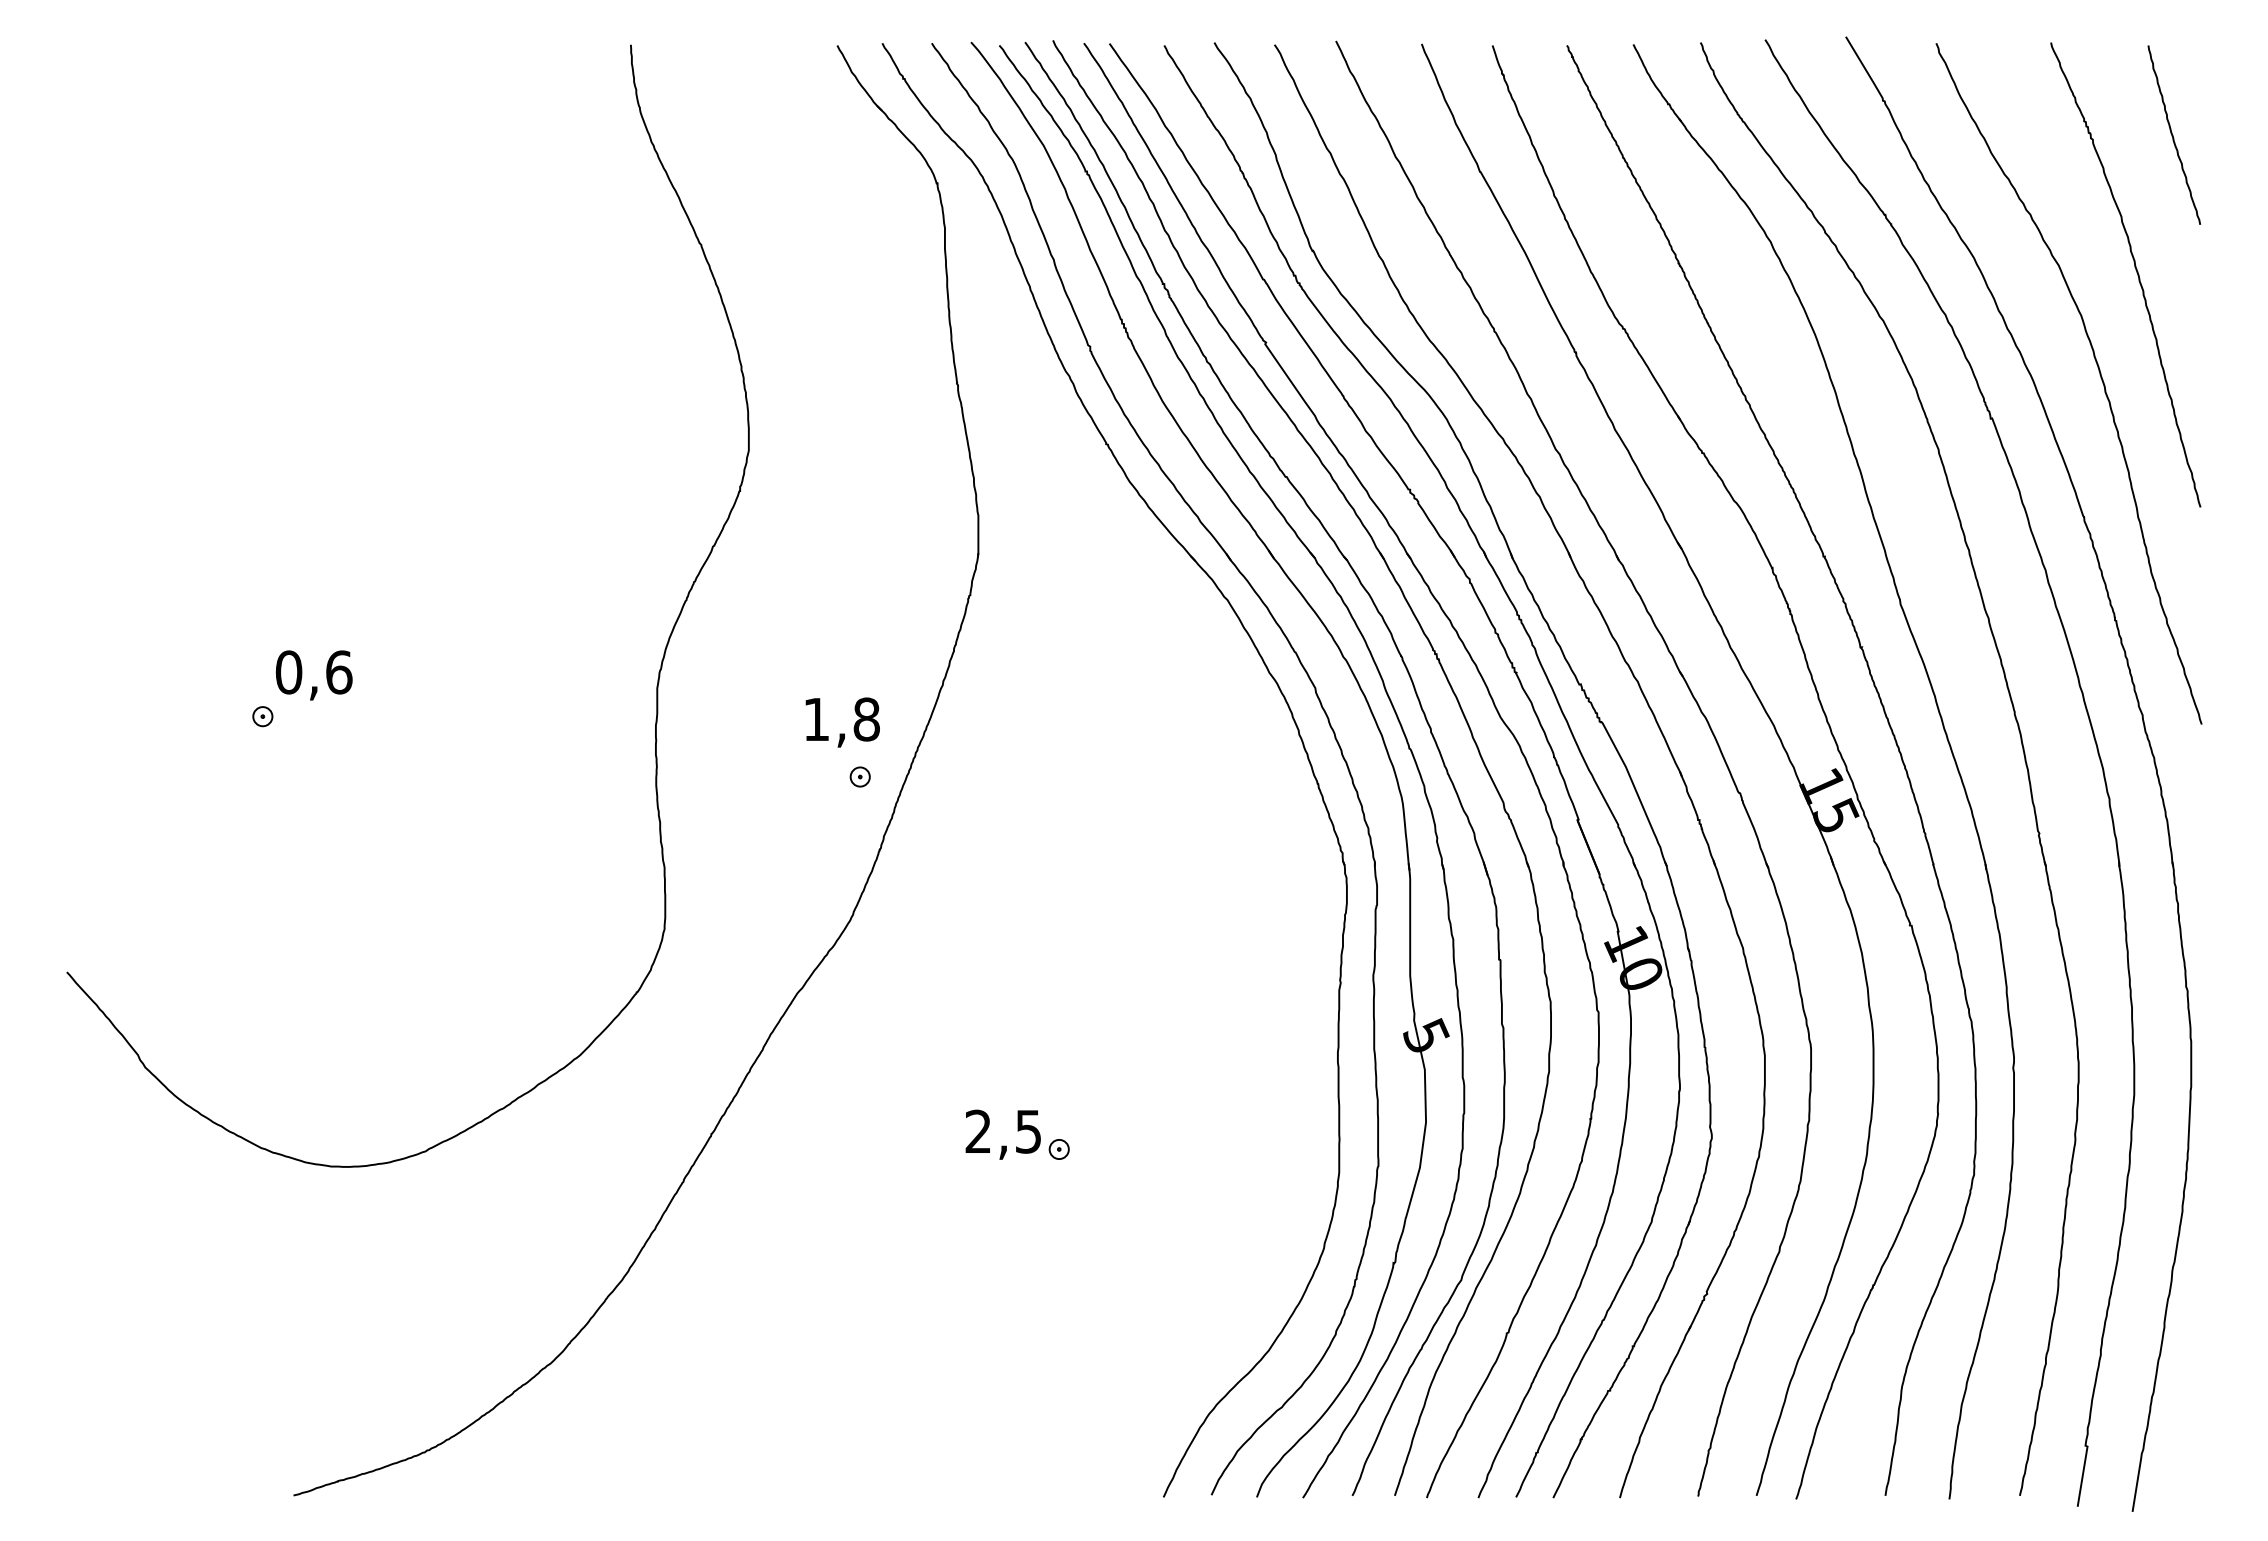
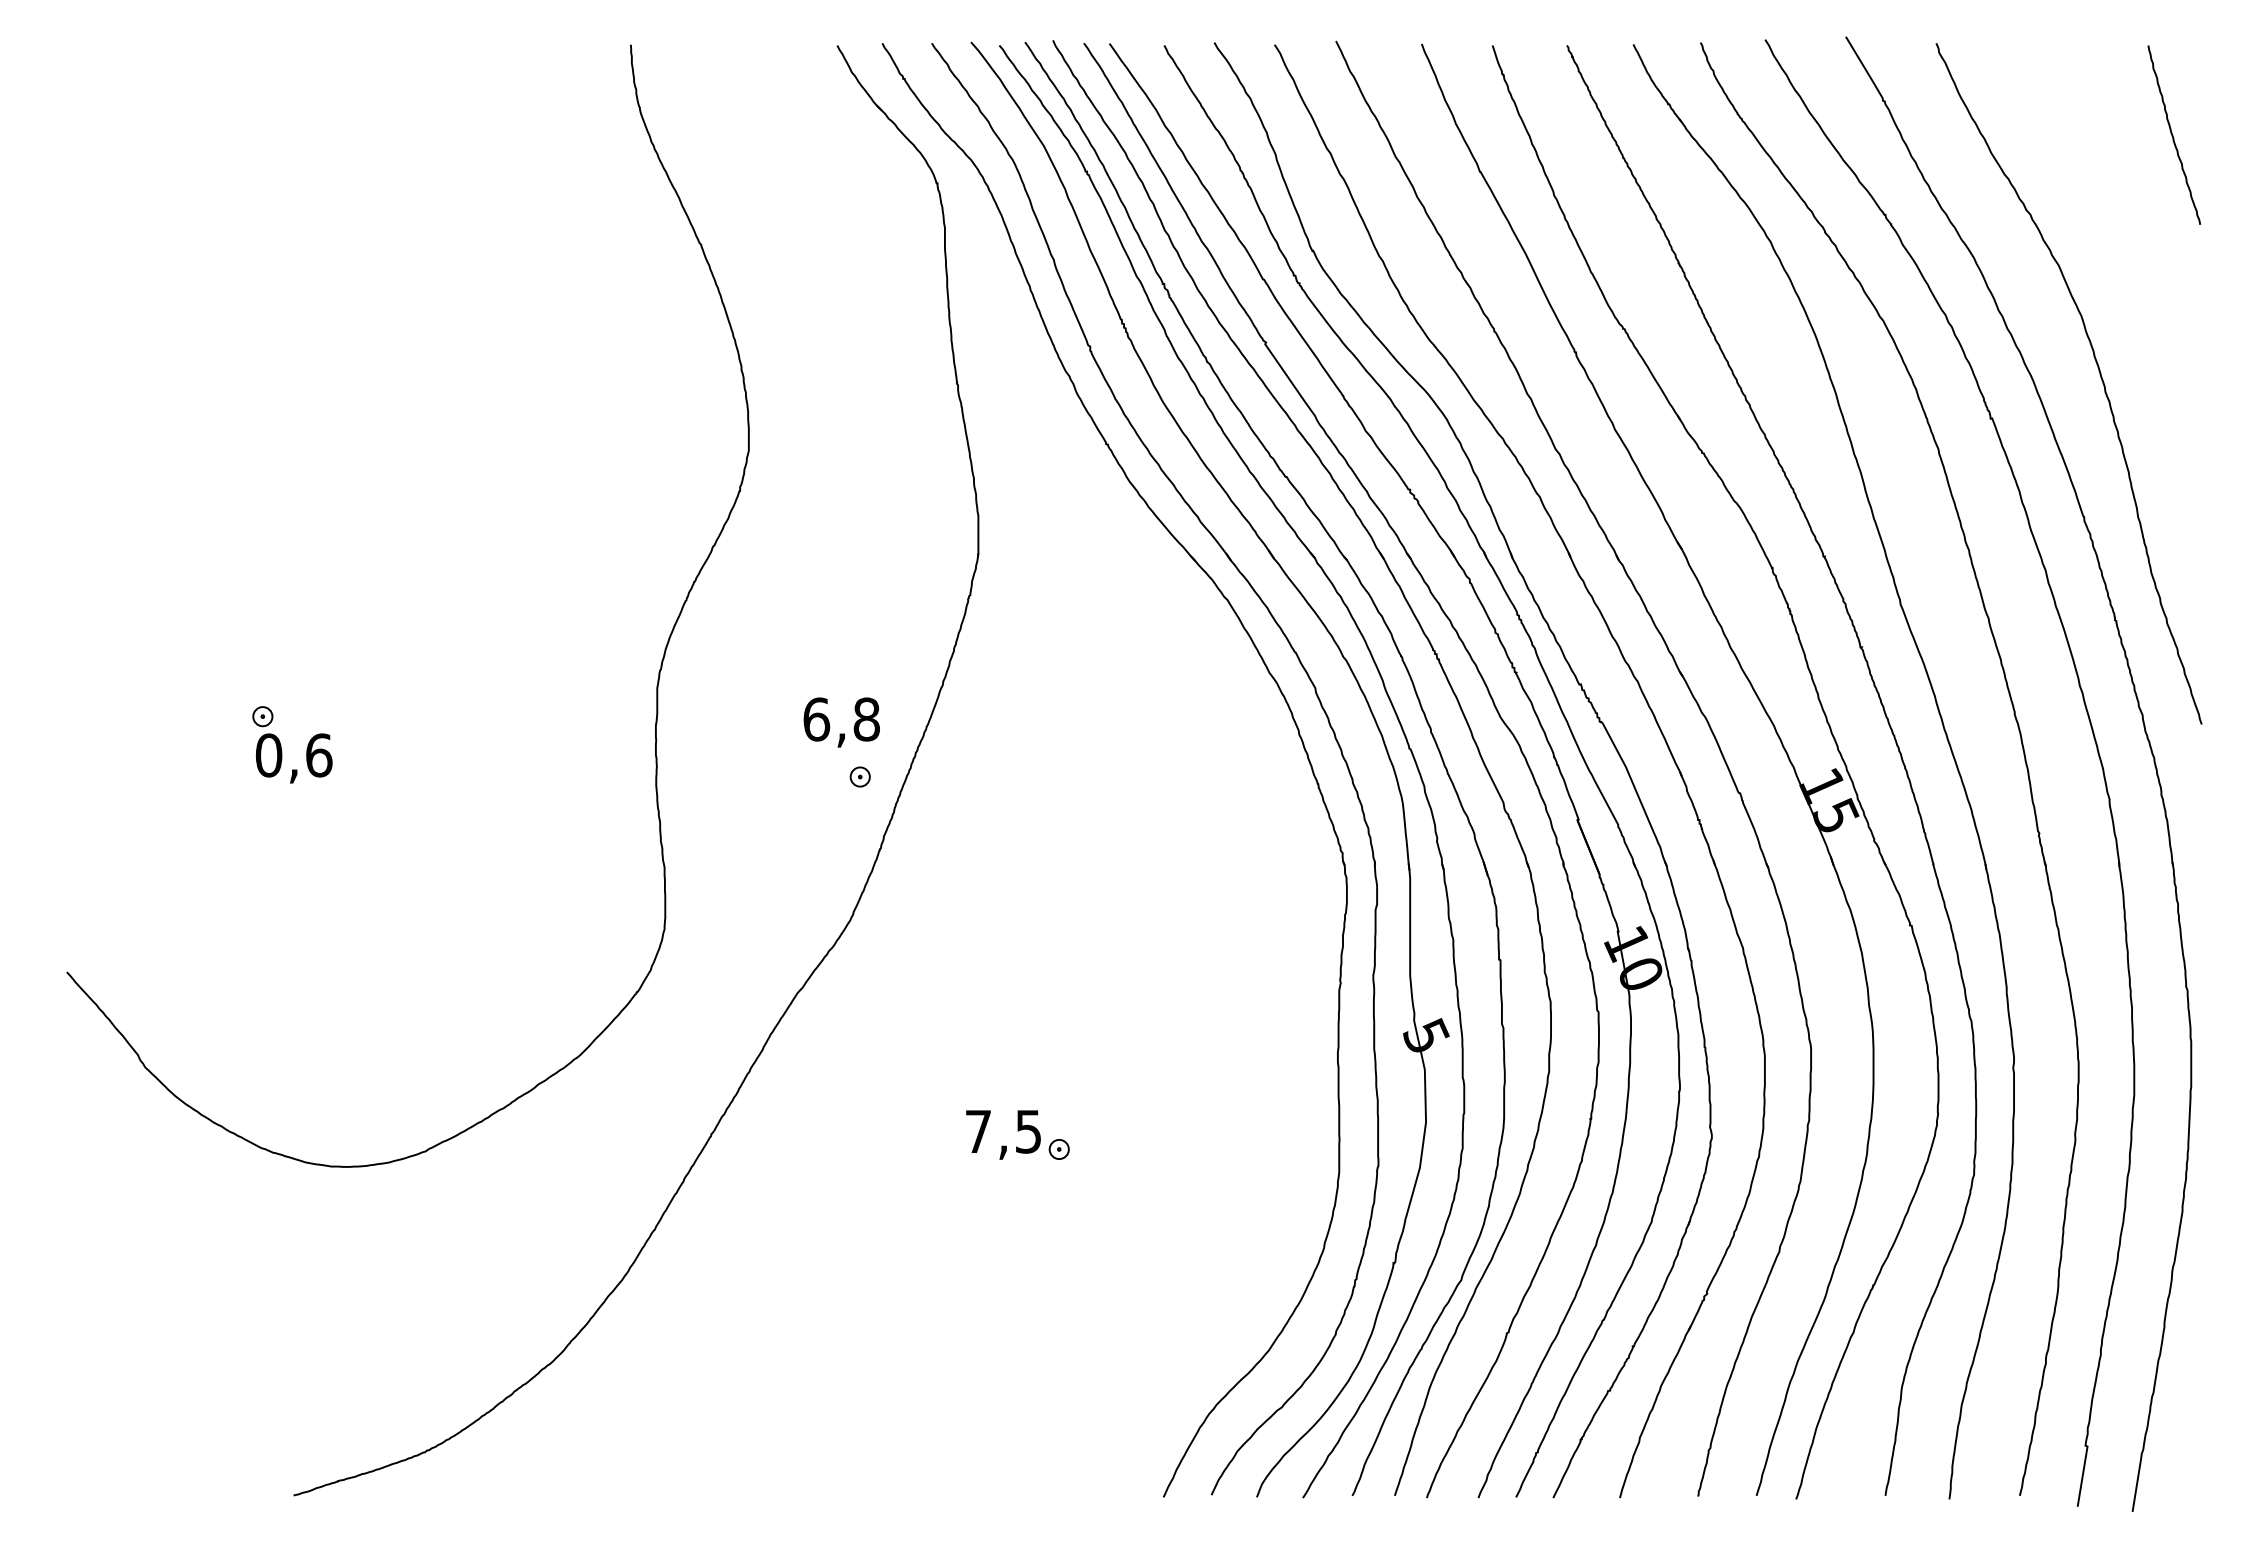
curve at (2135, 270): present -> none
text at (313, 675) position: (313, 675) -> (293, 758)
text at (816, 719): 1,8 -> 6,8
text at (977, 1130): 2,5 -> 7,5
